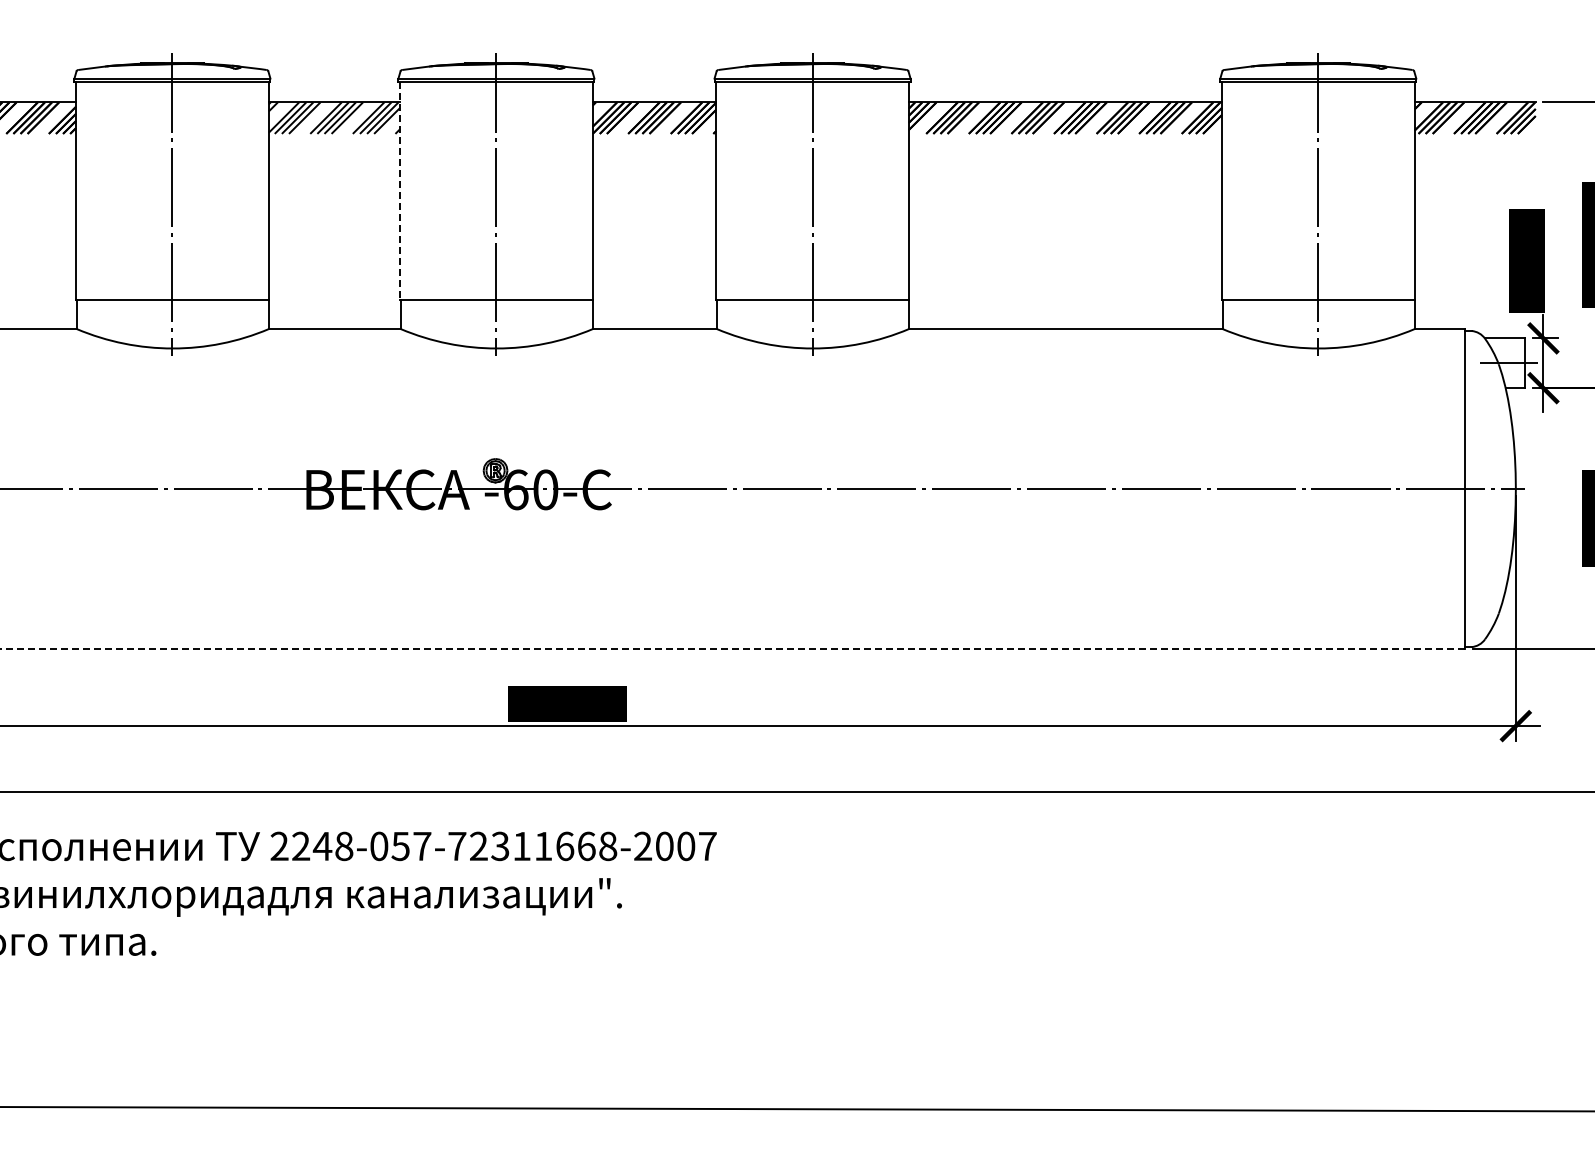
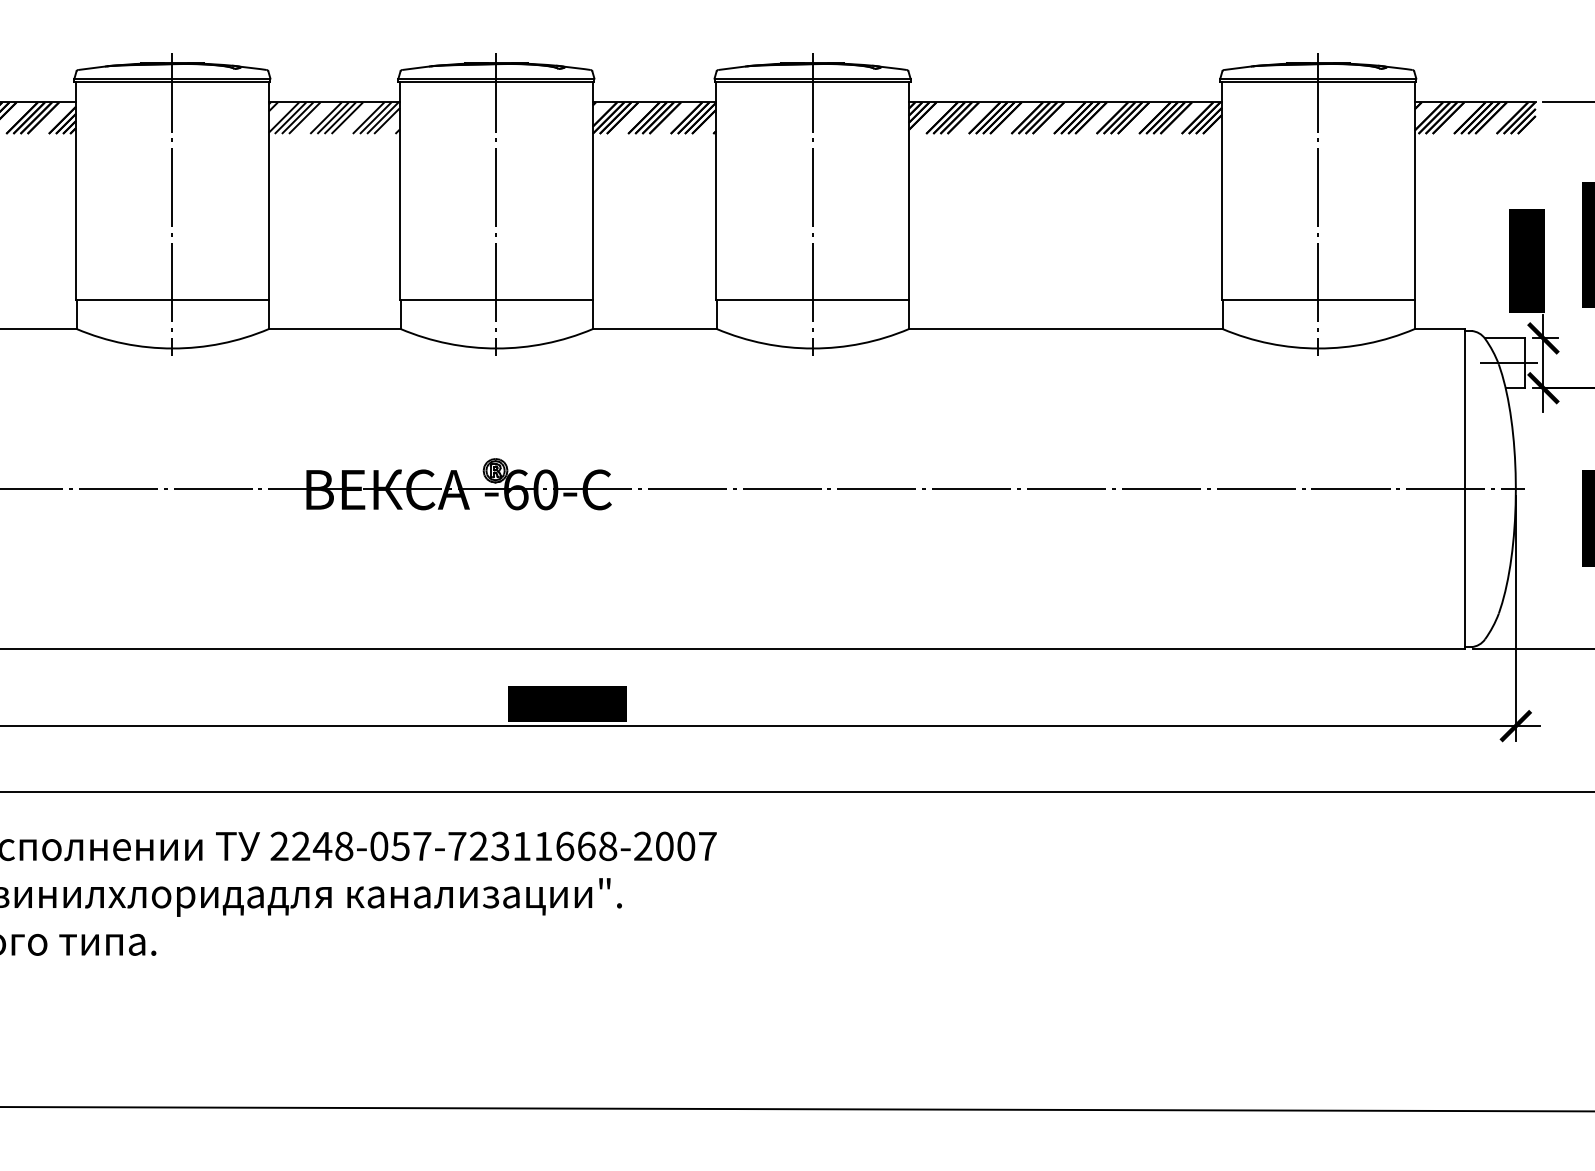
line at (400, 191): dashed -> solid
line at (732, 648): dashed -> solid
